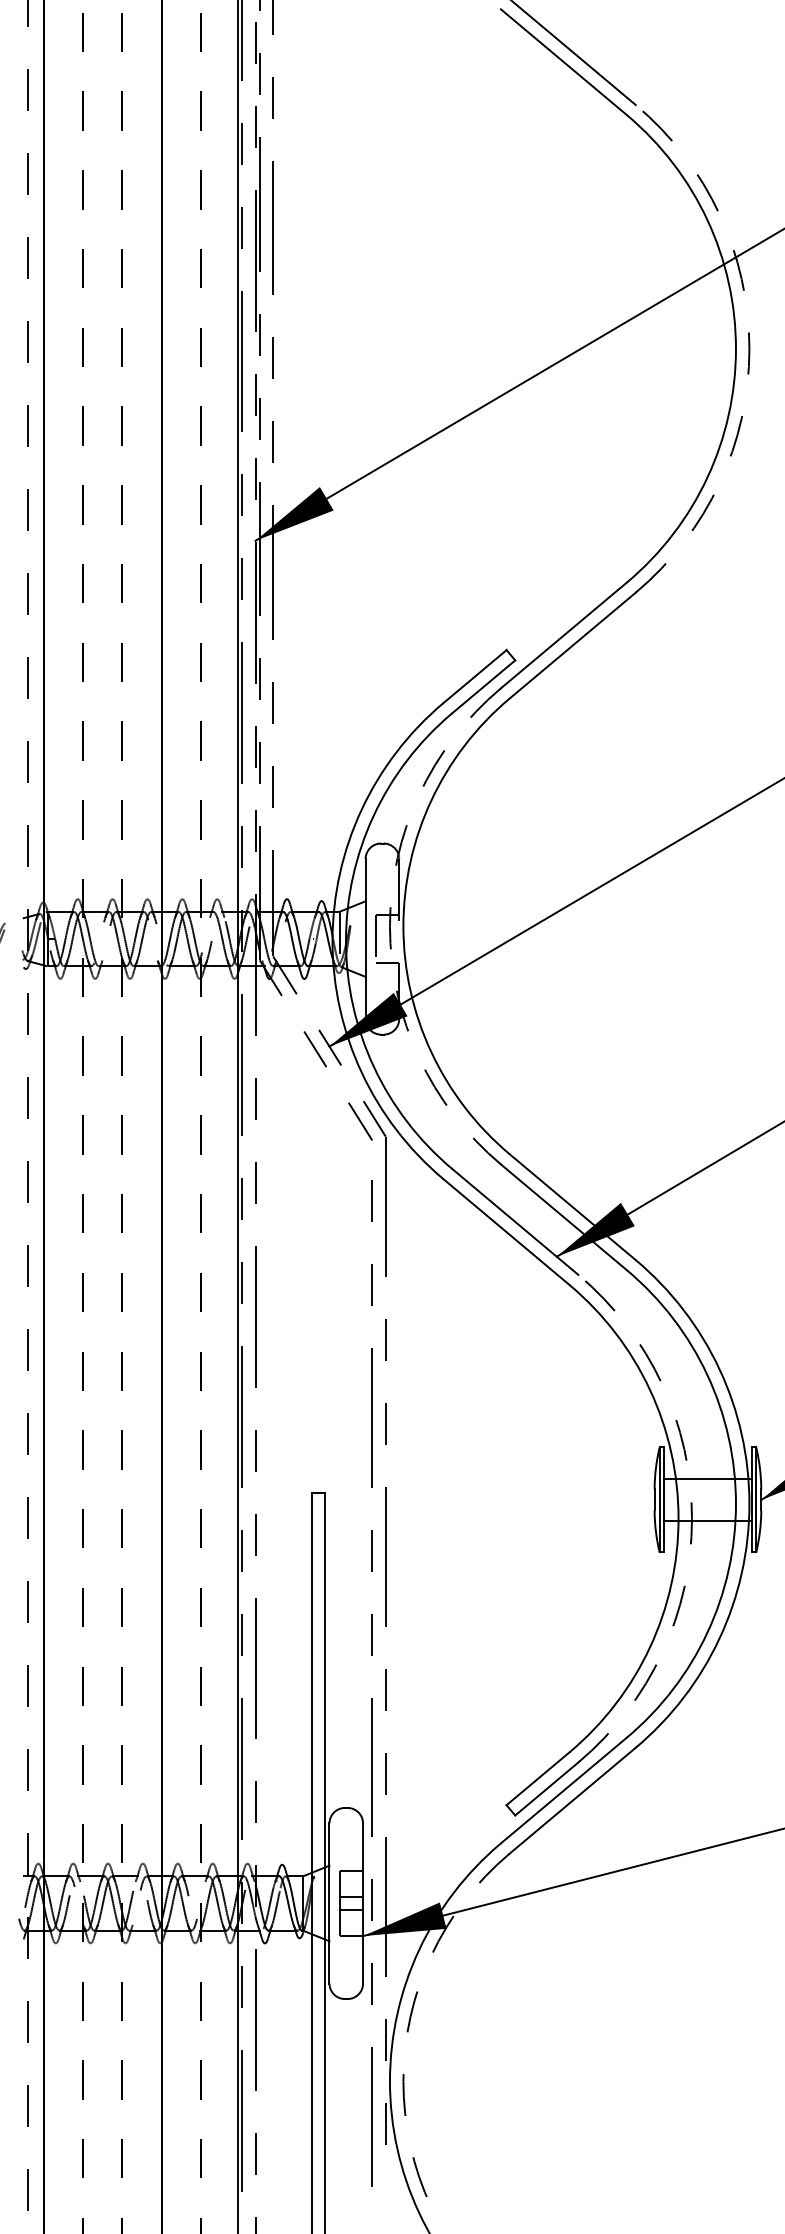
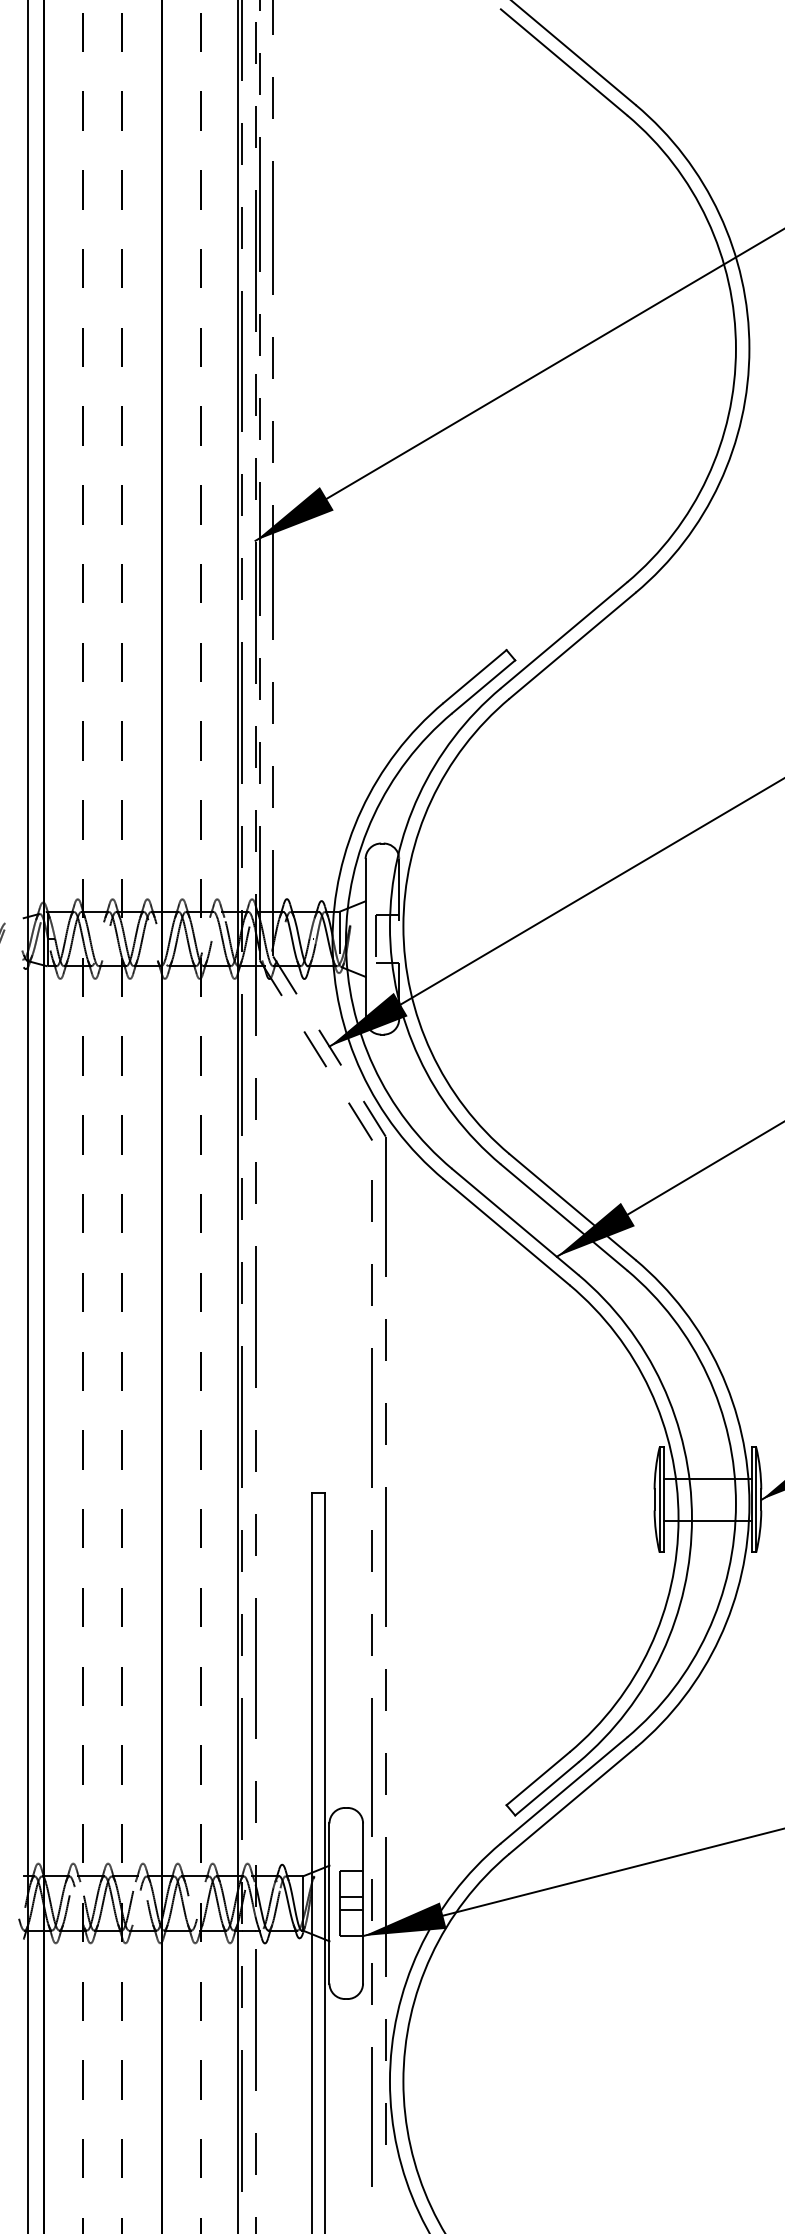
arc at (749, 348): dashed -> solid
arc at (389, 926): dashed -> solid
line at (27, 1116): dashed -> solid
arc at (691, 1518): dashed -> solid
arc at (407, 2032): dashed -> solid
